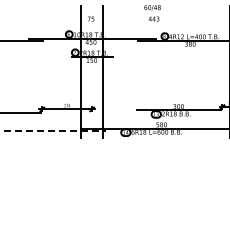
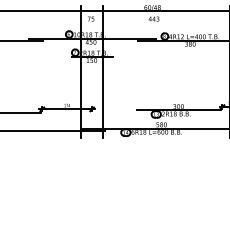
line at (114, 10): none -> present
line at (53, 130): dashed -> solid
